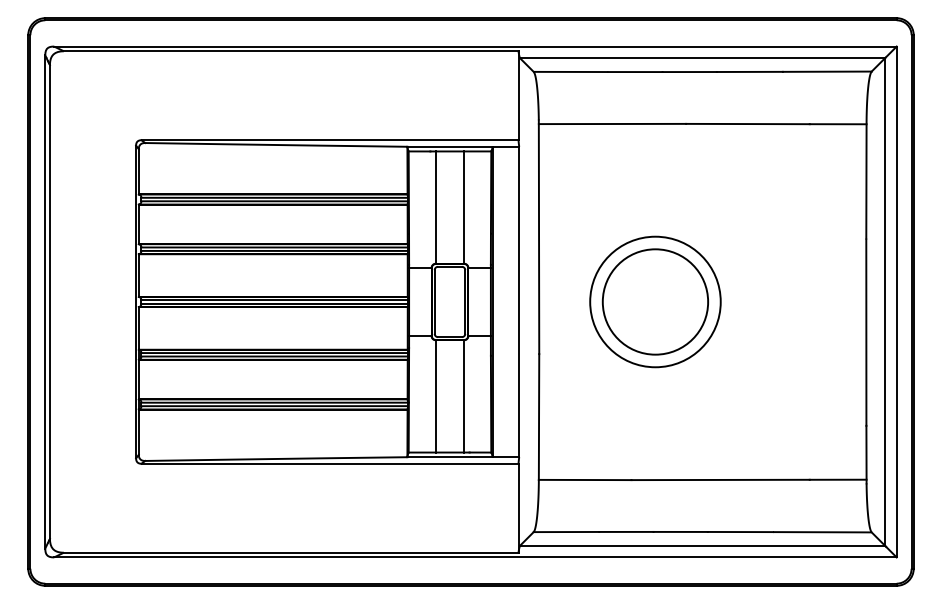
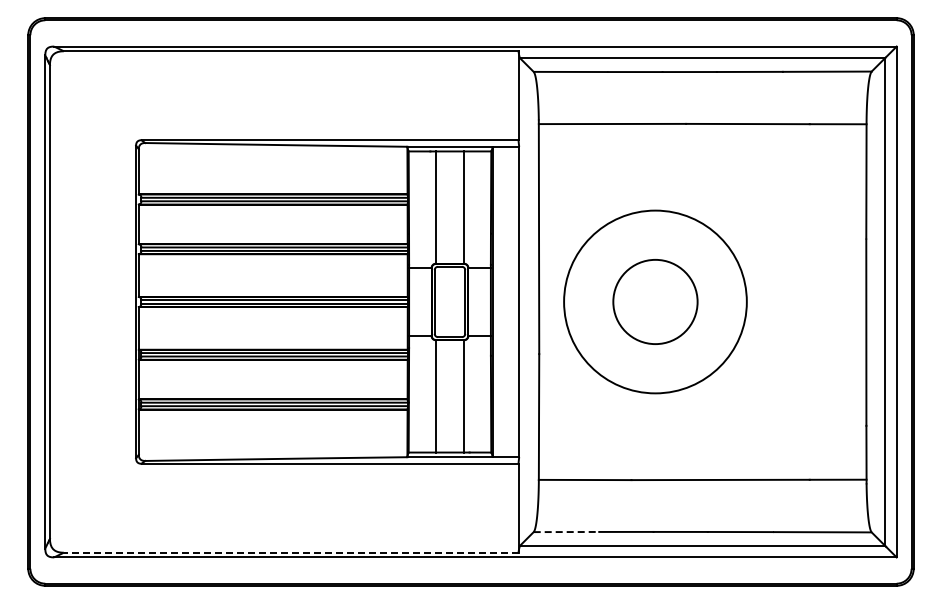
circle at (655, 301) diameter: 105 px -> 84 px
circle at (655, 301) diameter: 131 px -> 183 px
line at (566, 532): solid -> dashed
line at (290, 552): solid -> dashed
